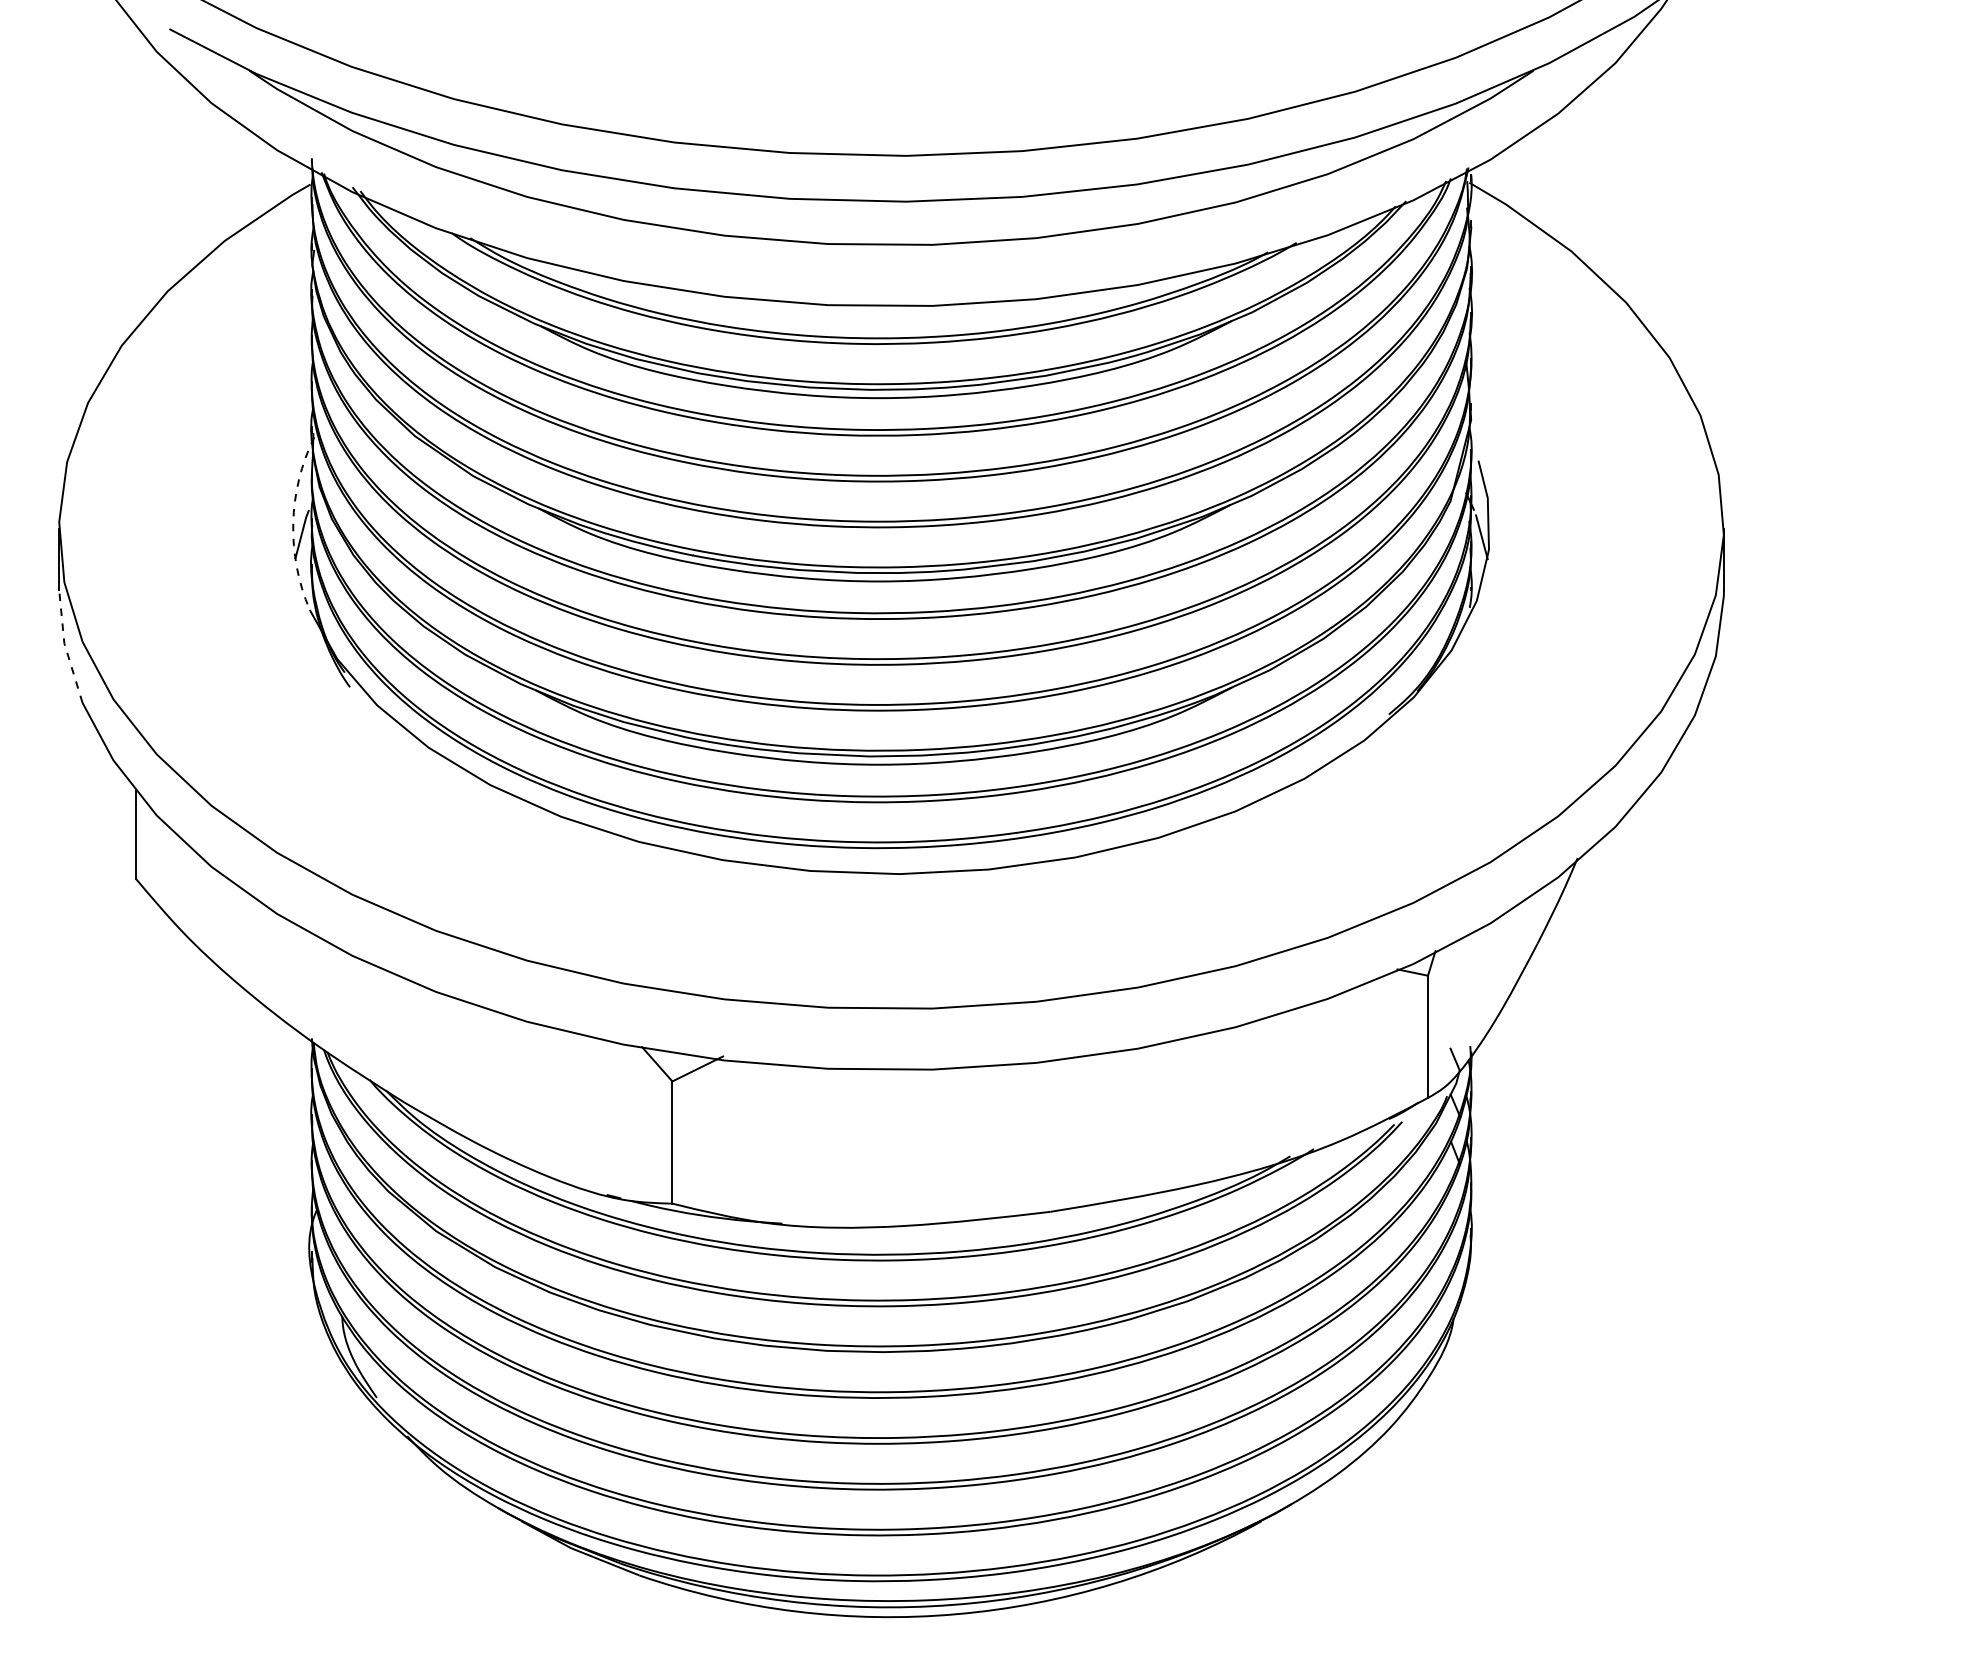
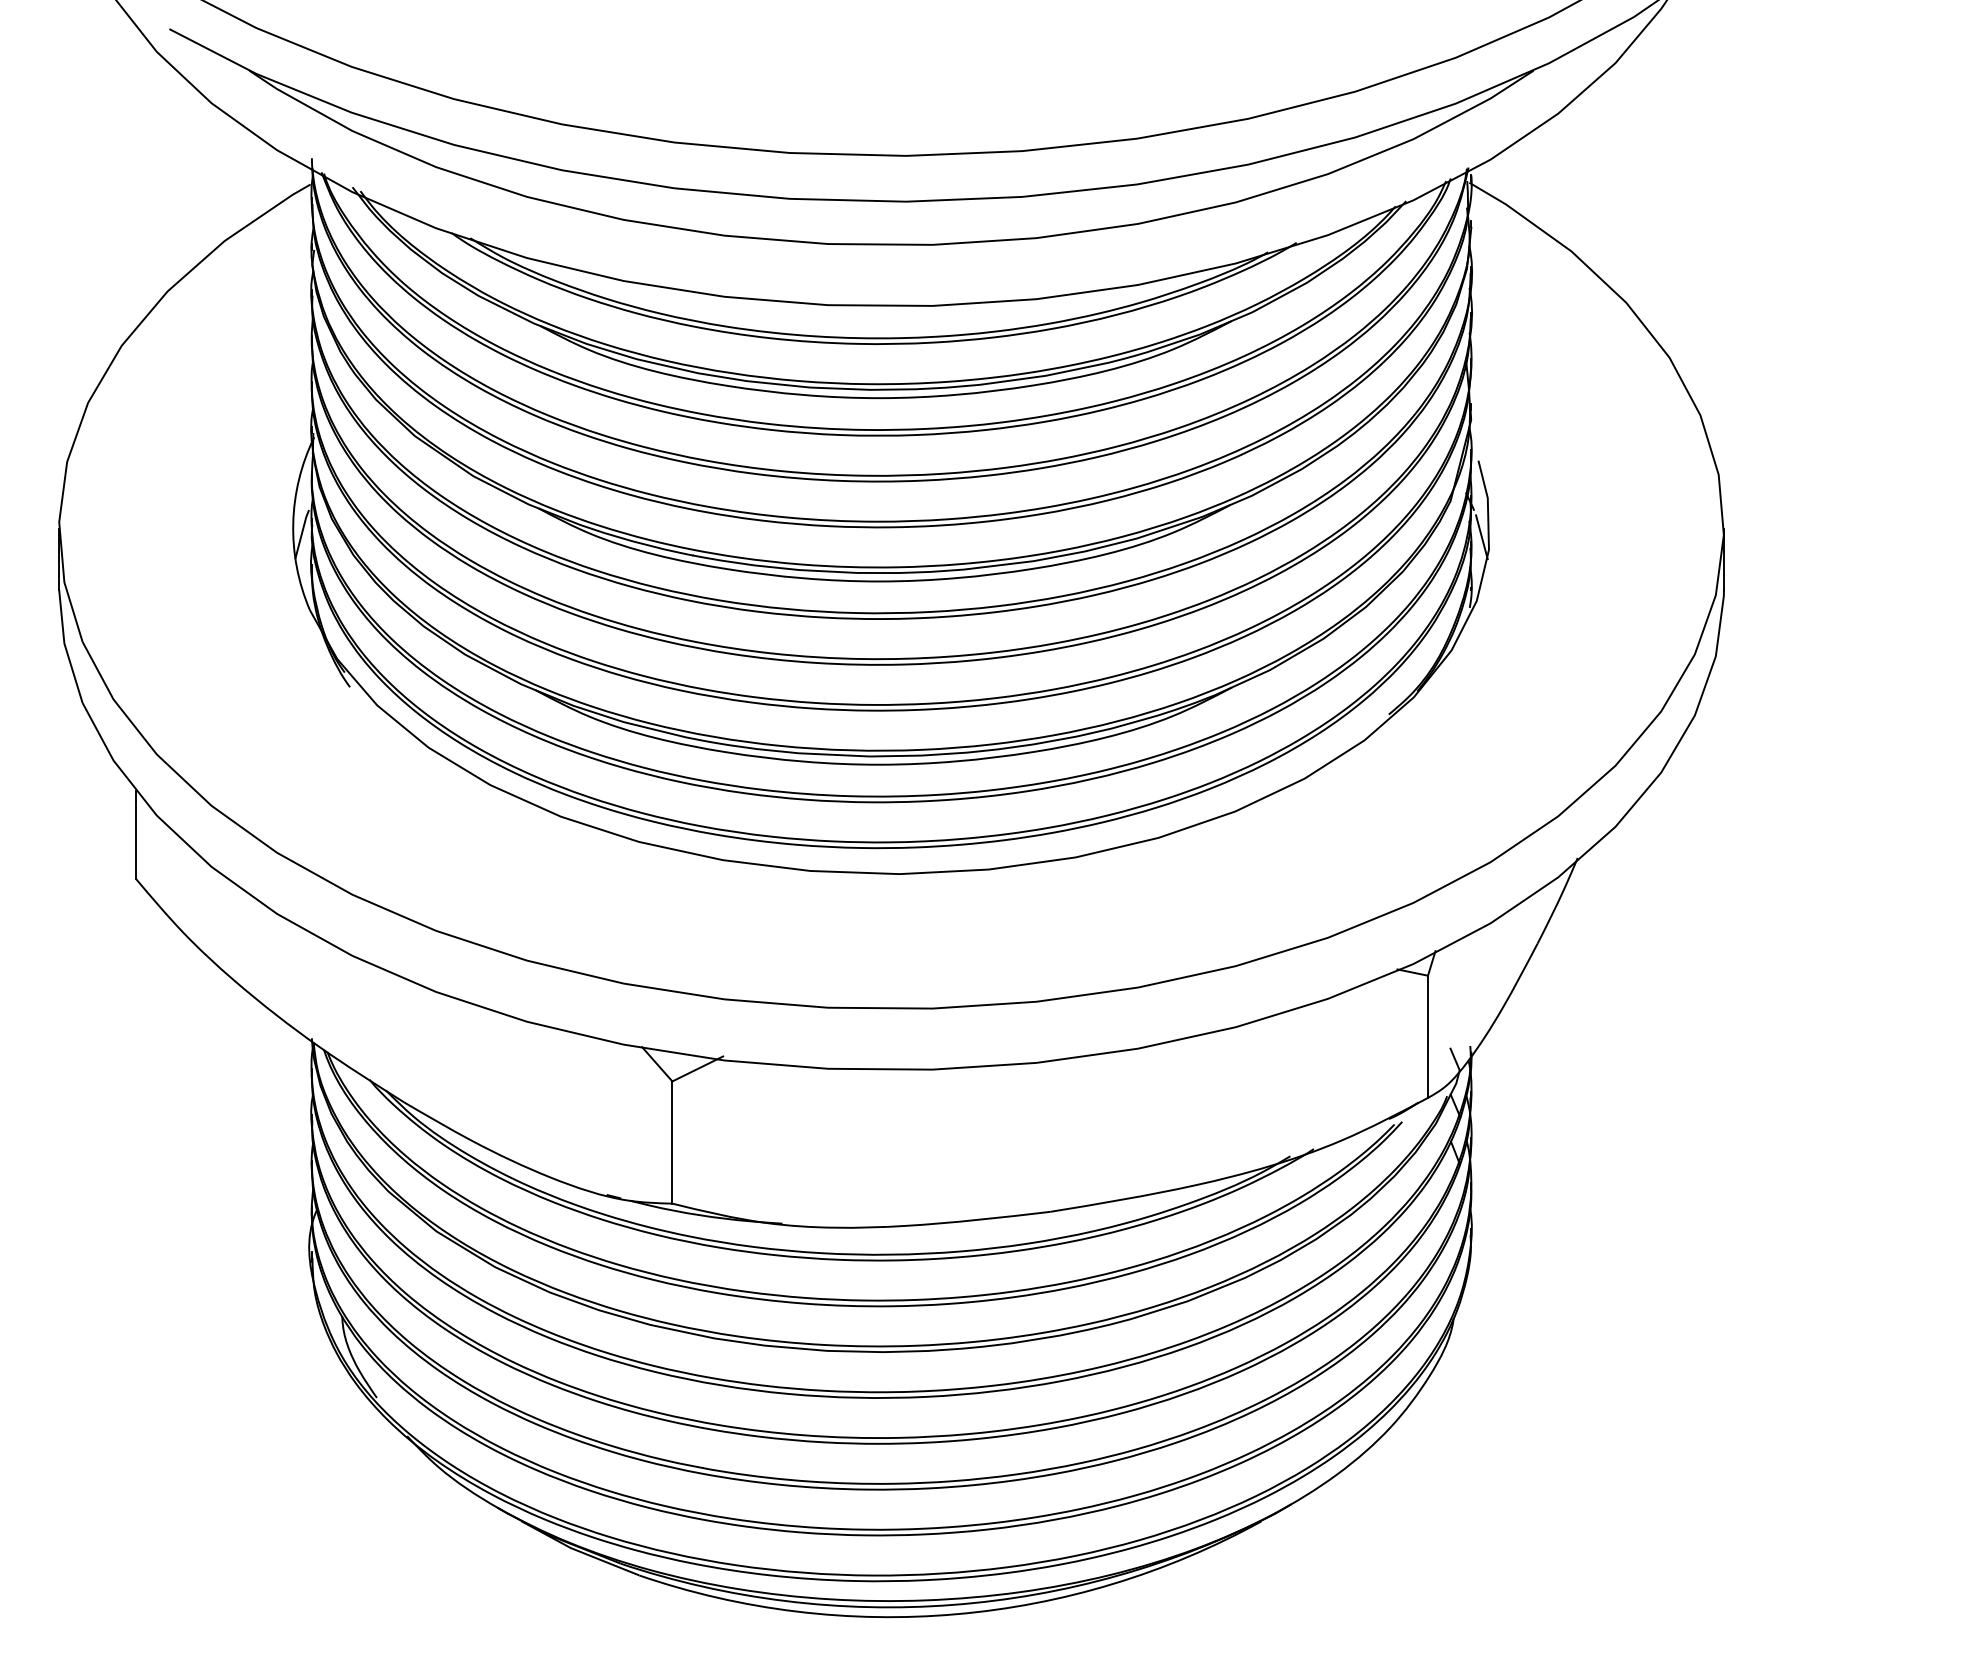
arc at (293, 523): dashed -> solid
line at (65, 646): dashed -> solid
